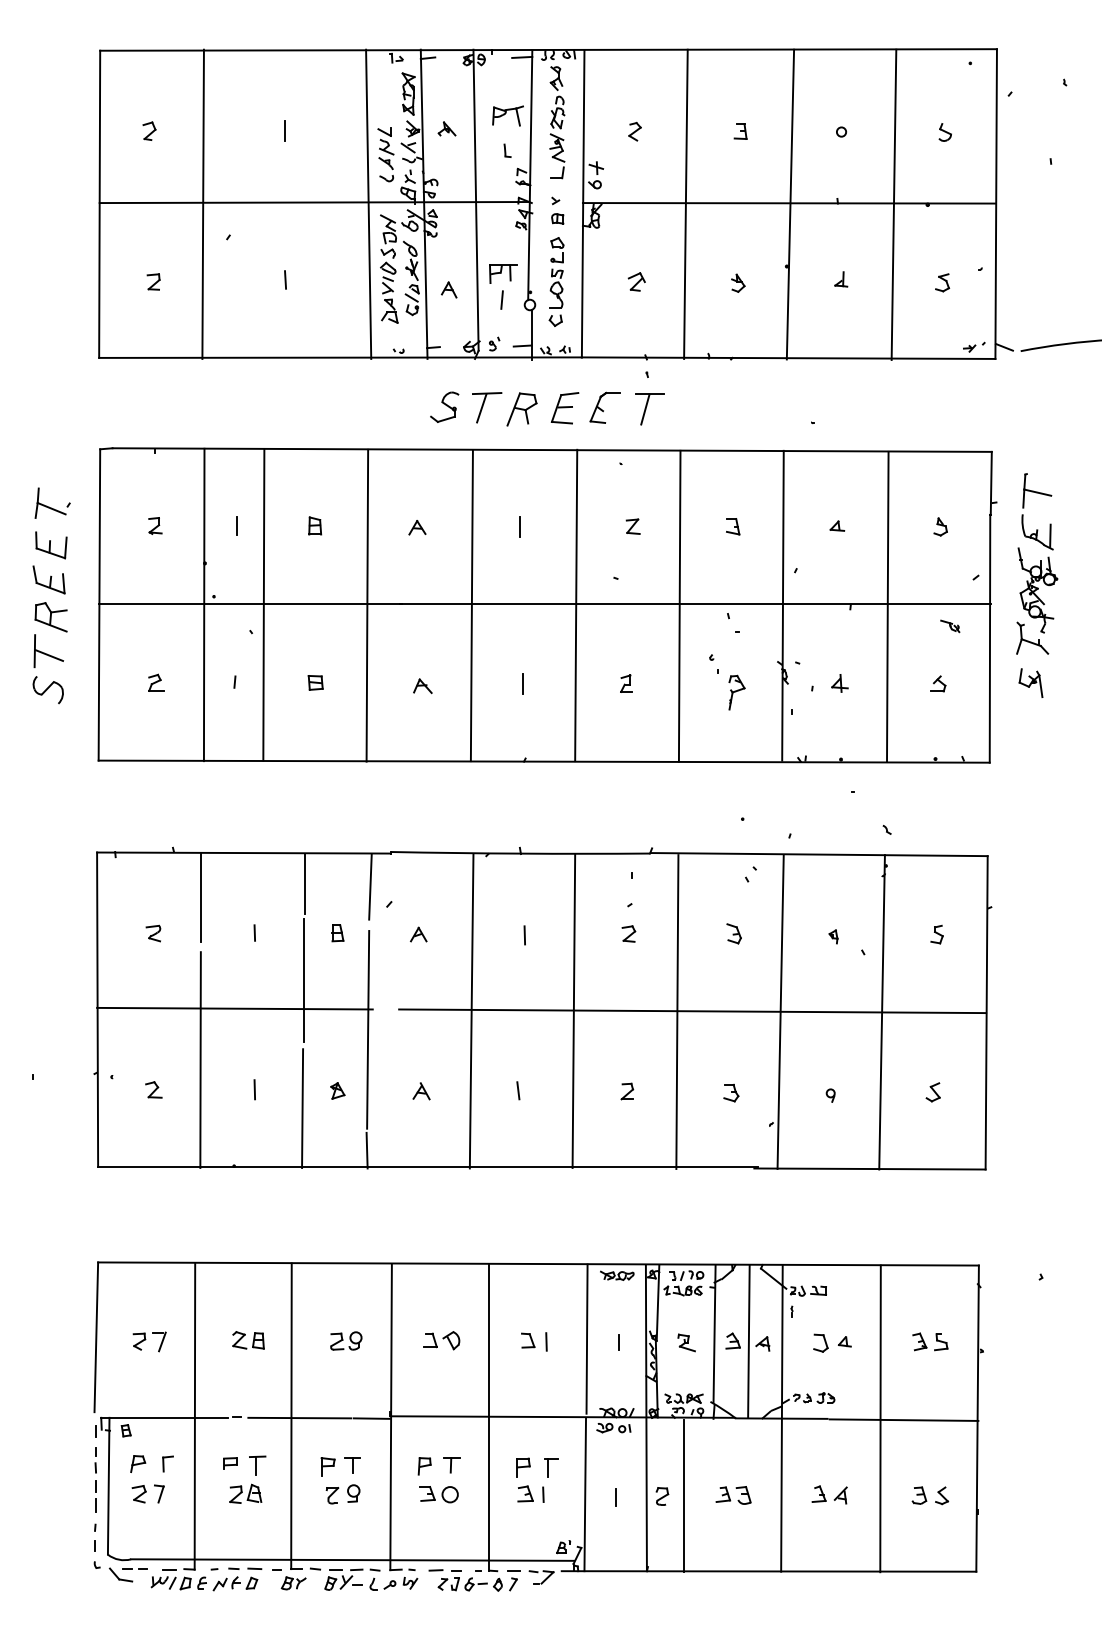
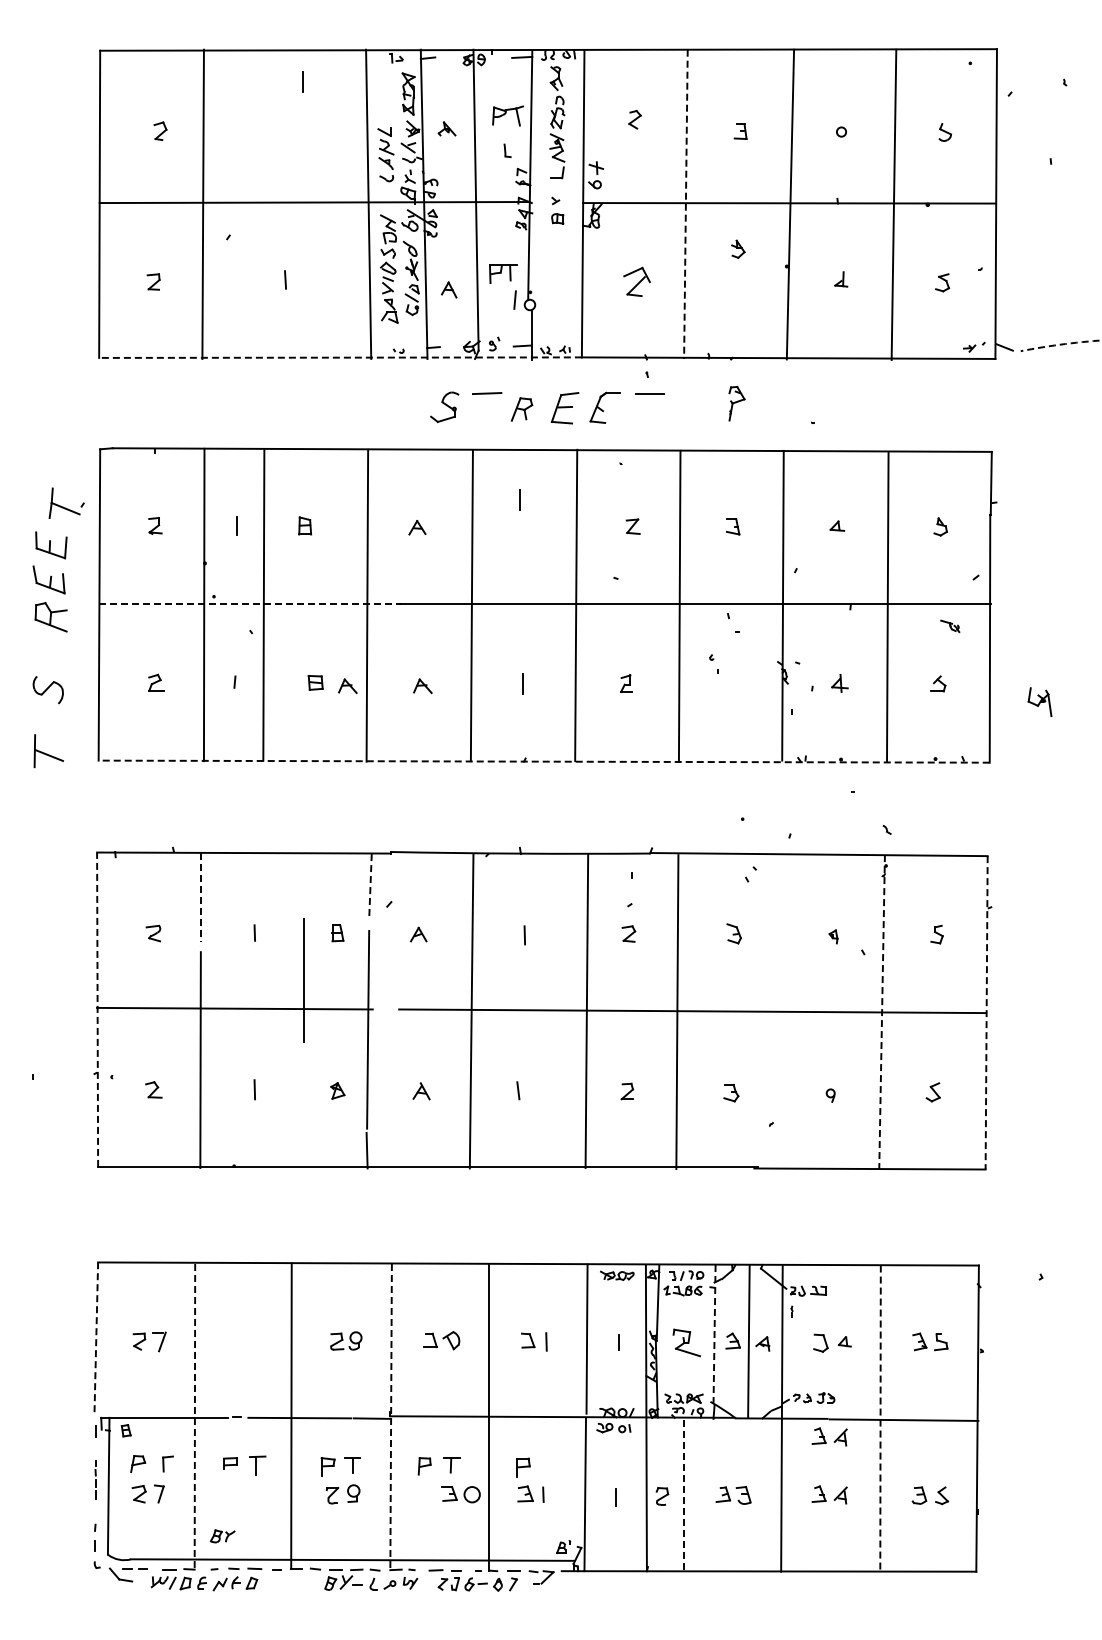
part at (149, 130) position: (149, 130) -> (160, 130)
line at (284, 130) position: (284, 130) -> (302, 81)
part at (634, 131) position: (634, 131) -> (634, 119)
line at (685, 204): solid -> dashed
part at (556, 281): present -> none
part at (636, 281) size: 19x20 px -> 28x31 px
part at (738, 282) position: (738, 282) -> (738, 248)
line at (501, 299) position: (501, 299) -> (514, 299)
arc at (1061, 344): solid -> dashed
line at (340, 357): solid -> dashed
line at (481, 408): present -> none
part at (521, 409) size: 32x35 px -> 23x25 px
line at (645, 409): present -> none
part at (52, 502) position: (52, 502) -> (66, 502)
part at (315, 525) position: (315, 525) -> (305, 525)
line at (519, 526) position: (519, 526) -> (519, 499)
part at (1037, 563): present -> none
line at (250, 604): solid -> dashed
part at (48, 651) position: (48, 651) -> (48, 751)
part at (1030, 682) position: (1030, 682) -> (1039, 701)
part at (347, 686): none -> present
part at (736, 692) position: (736, 692) -> (736, 403)
line at (544, 761): solid -> dashed
line at (304, 883): present -> none
line at (370, 886): solid -> dashed
line at (200, 897): solid -> dashed
line at (97, 1009): solid -> dashed
line at (573, 1010) position: (573, 1010) -> (586, 1010)
line at (780, 1012): present -> none
line at (882, 1012): solid -> dashed
line at (986, 1012): solid -> dashed
line at (302, 1108): present -> none
line at (714, 1333): solid -> dashed
line at (96, 1337): solid -> dashed
part at (248, 1340): present -> none
part at (686, 1342) size: 19x20 px -> 29x30 px
line at (194, 1416): solid -> dashed
line at (391, 1417): solid -> dashed
line at (880, 1419): solid -> dashed
part at (829, 1436): none -> present
part at (551, 1467): present -> none
part at (95, 1479) size: 3x66 px -> 3x40 px
part at (245, 1493): present -> none
part at (438, 1494) position: (438, 1494) -> (460, 1494)
line at (684, 1496): solid -> dashed
part at (293, 1583) position: (293, 1583) -> (222, 1536)
